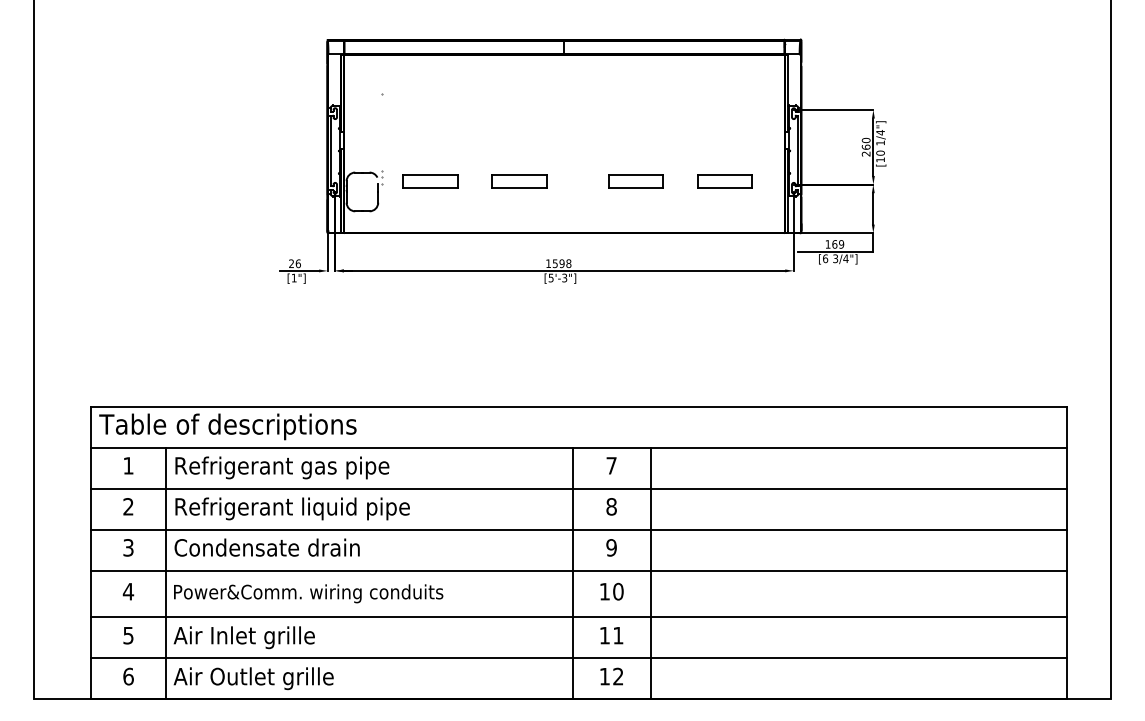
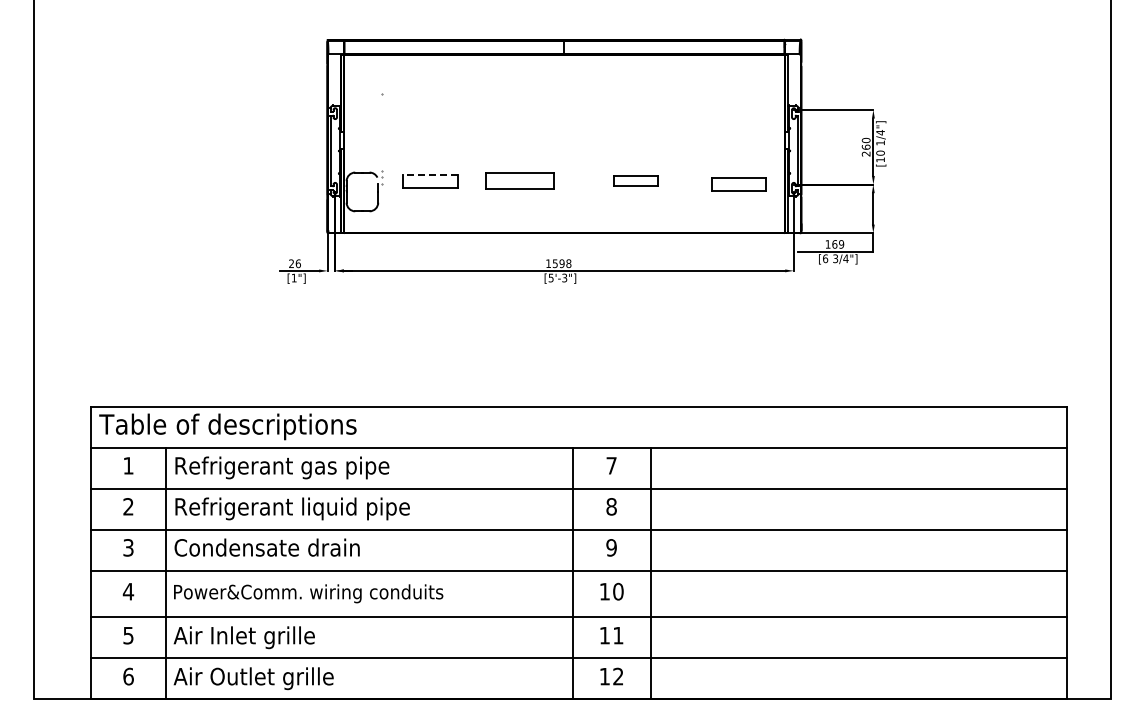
line at (430, 174): solid -> dashed
part at (519, 181) size: 57x15 px -> 70x18 px
part at (635, 181) size: 56x15 px -> 46x12 px
part at (724, 181) position: (724, 181) -> (738, 184)
